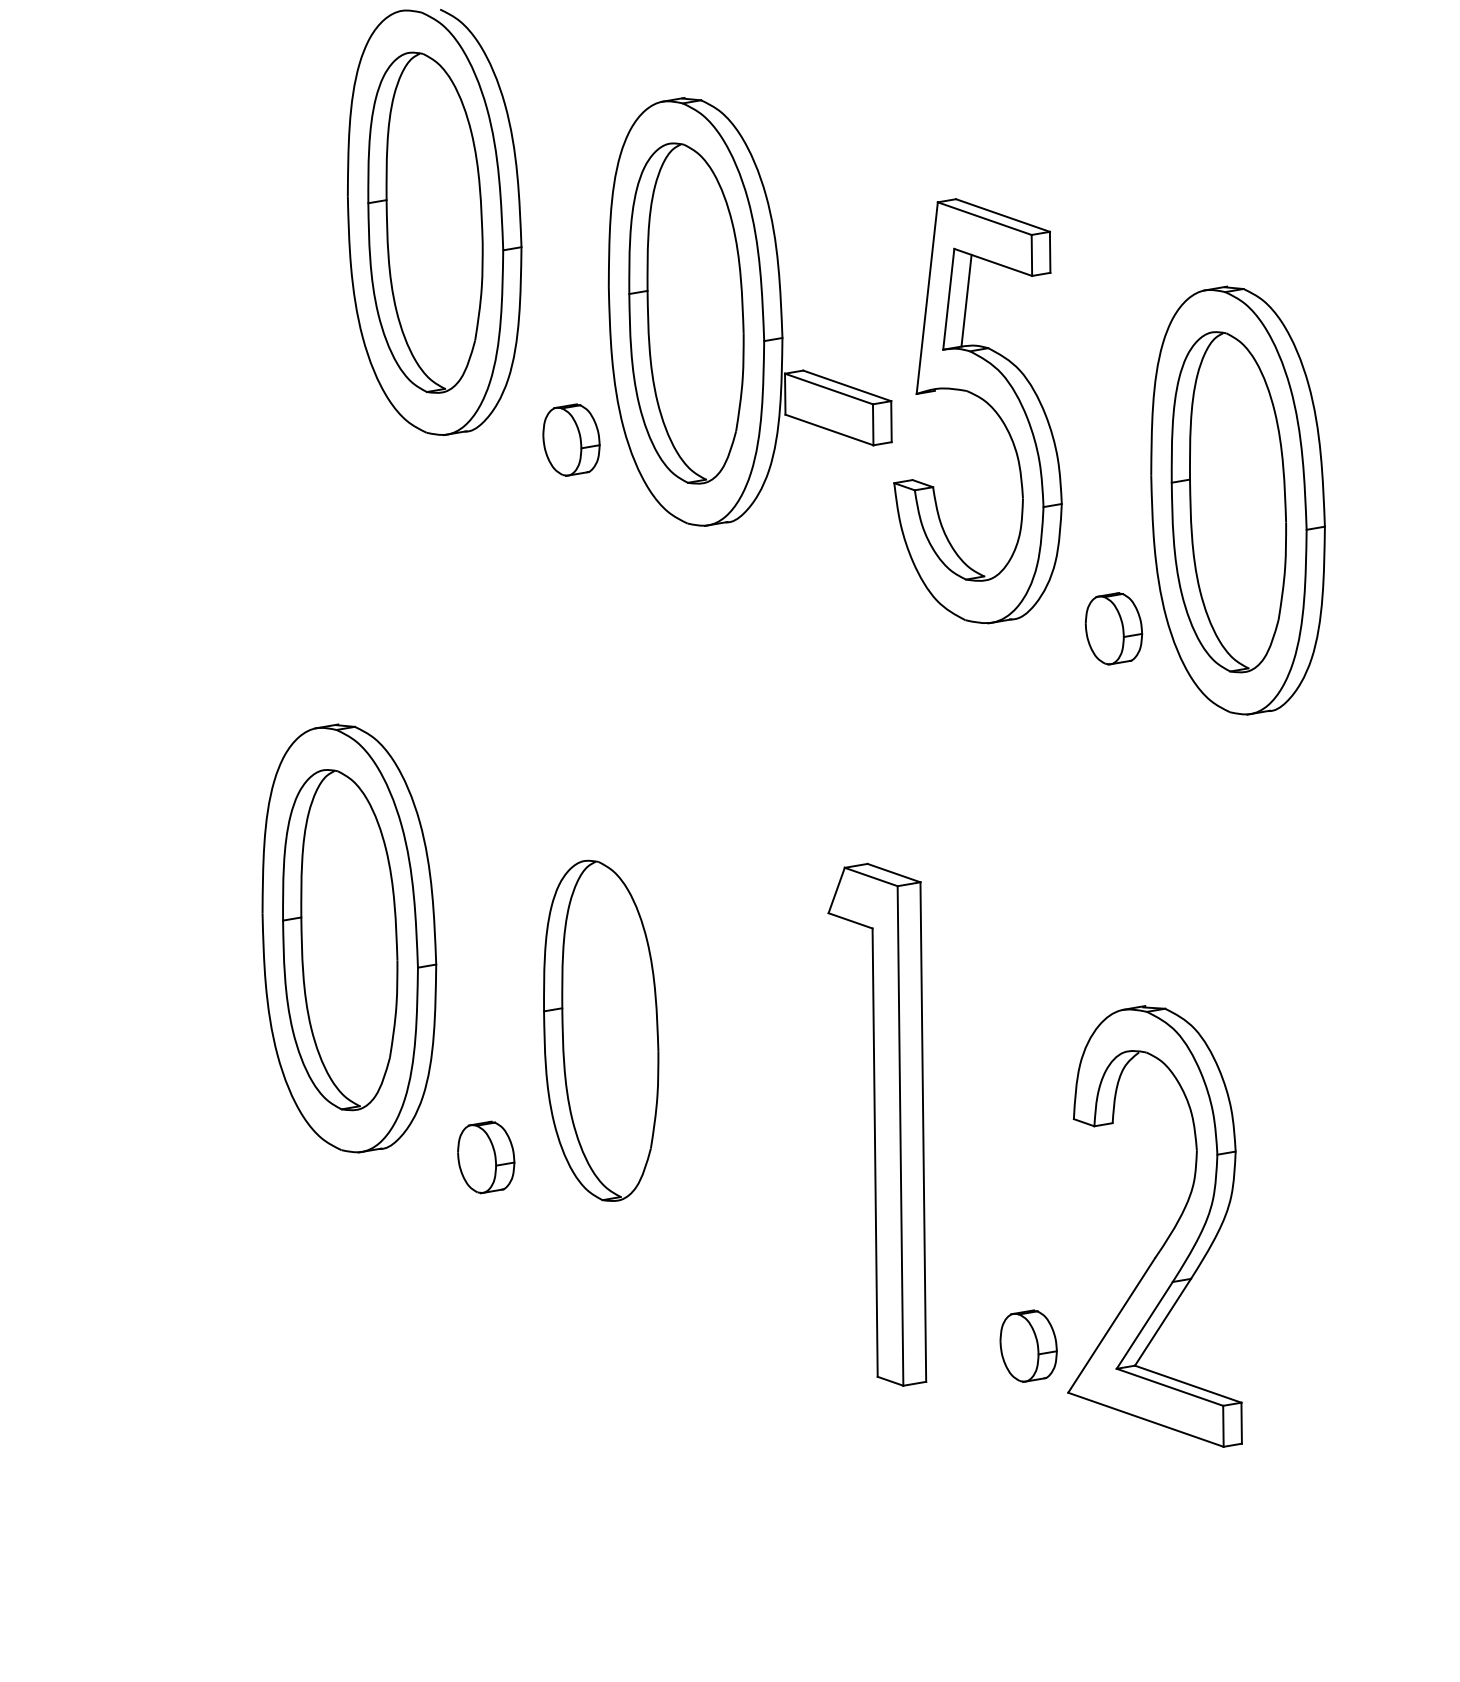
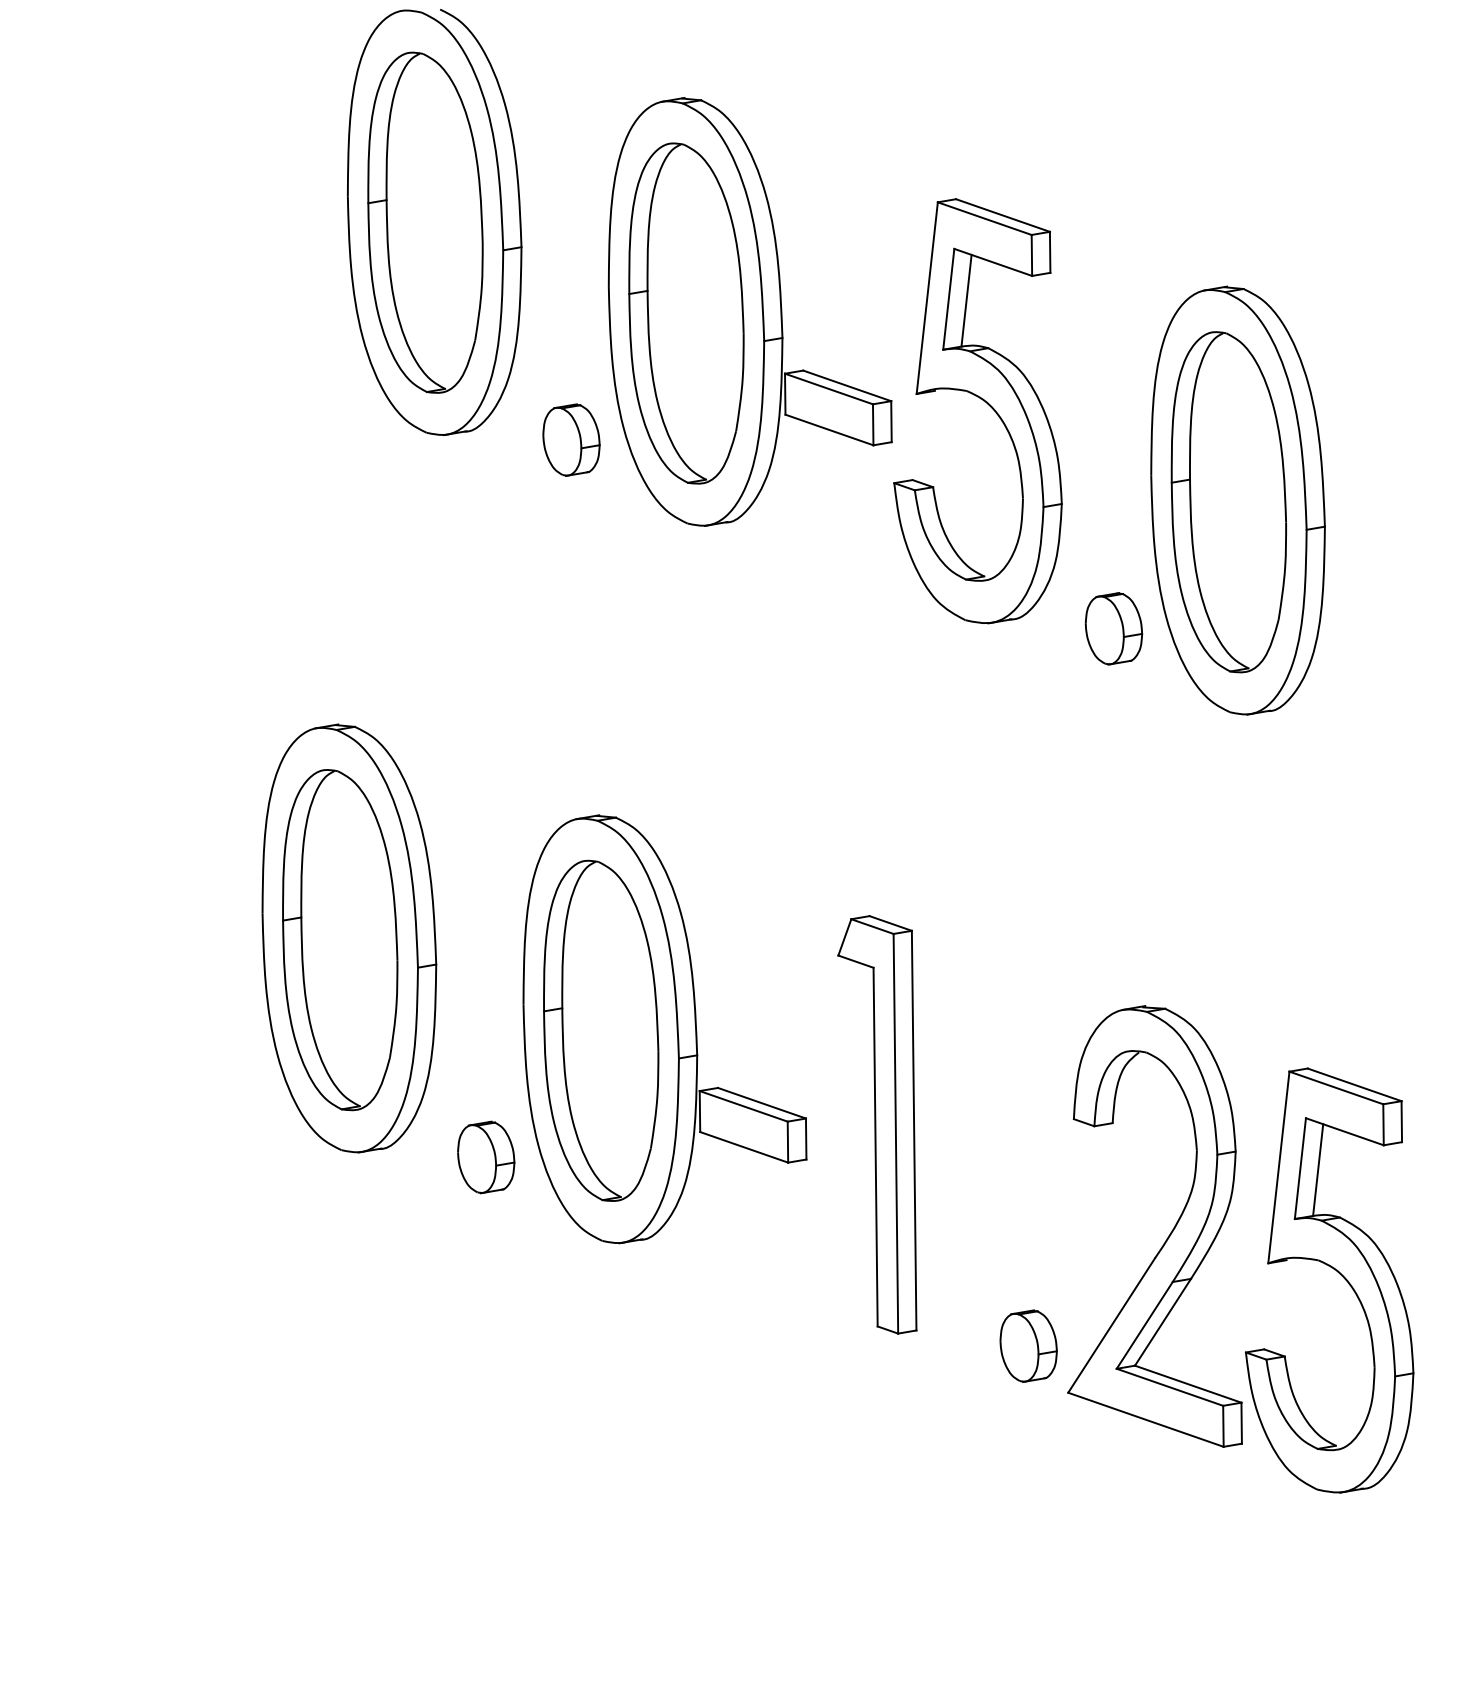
part at (664, 1029): none -> present
part at (877, 1124) size: 101x525 px -> 81x420 px
part at (1337, 1272): none -> present
